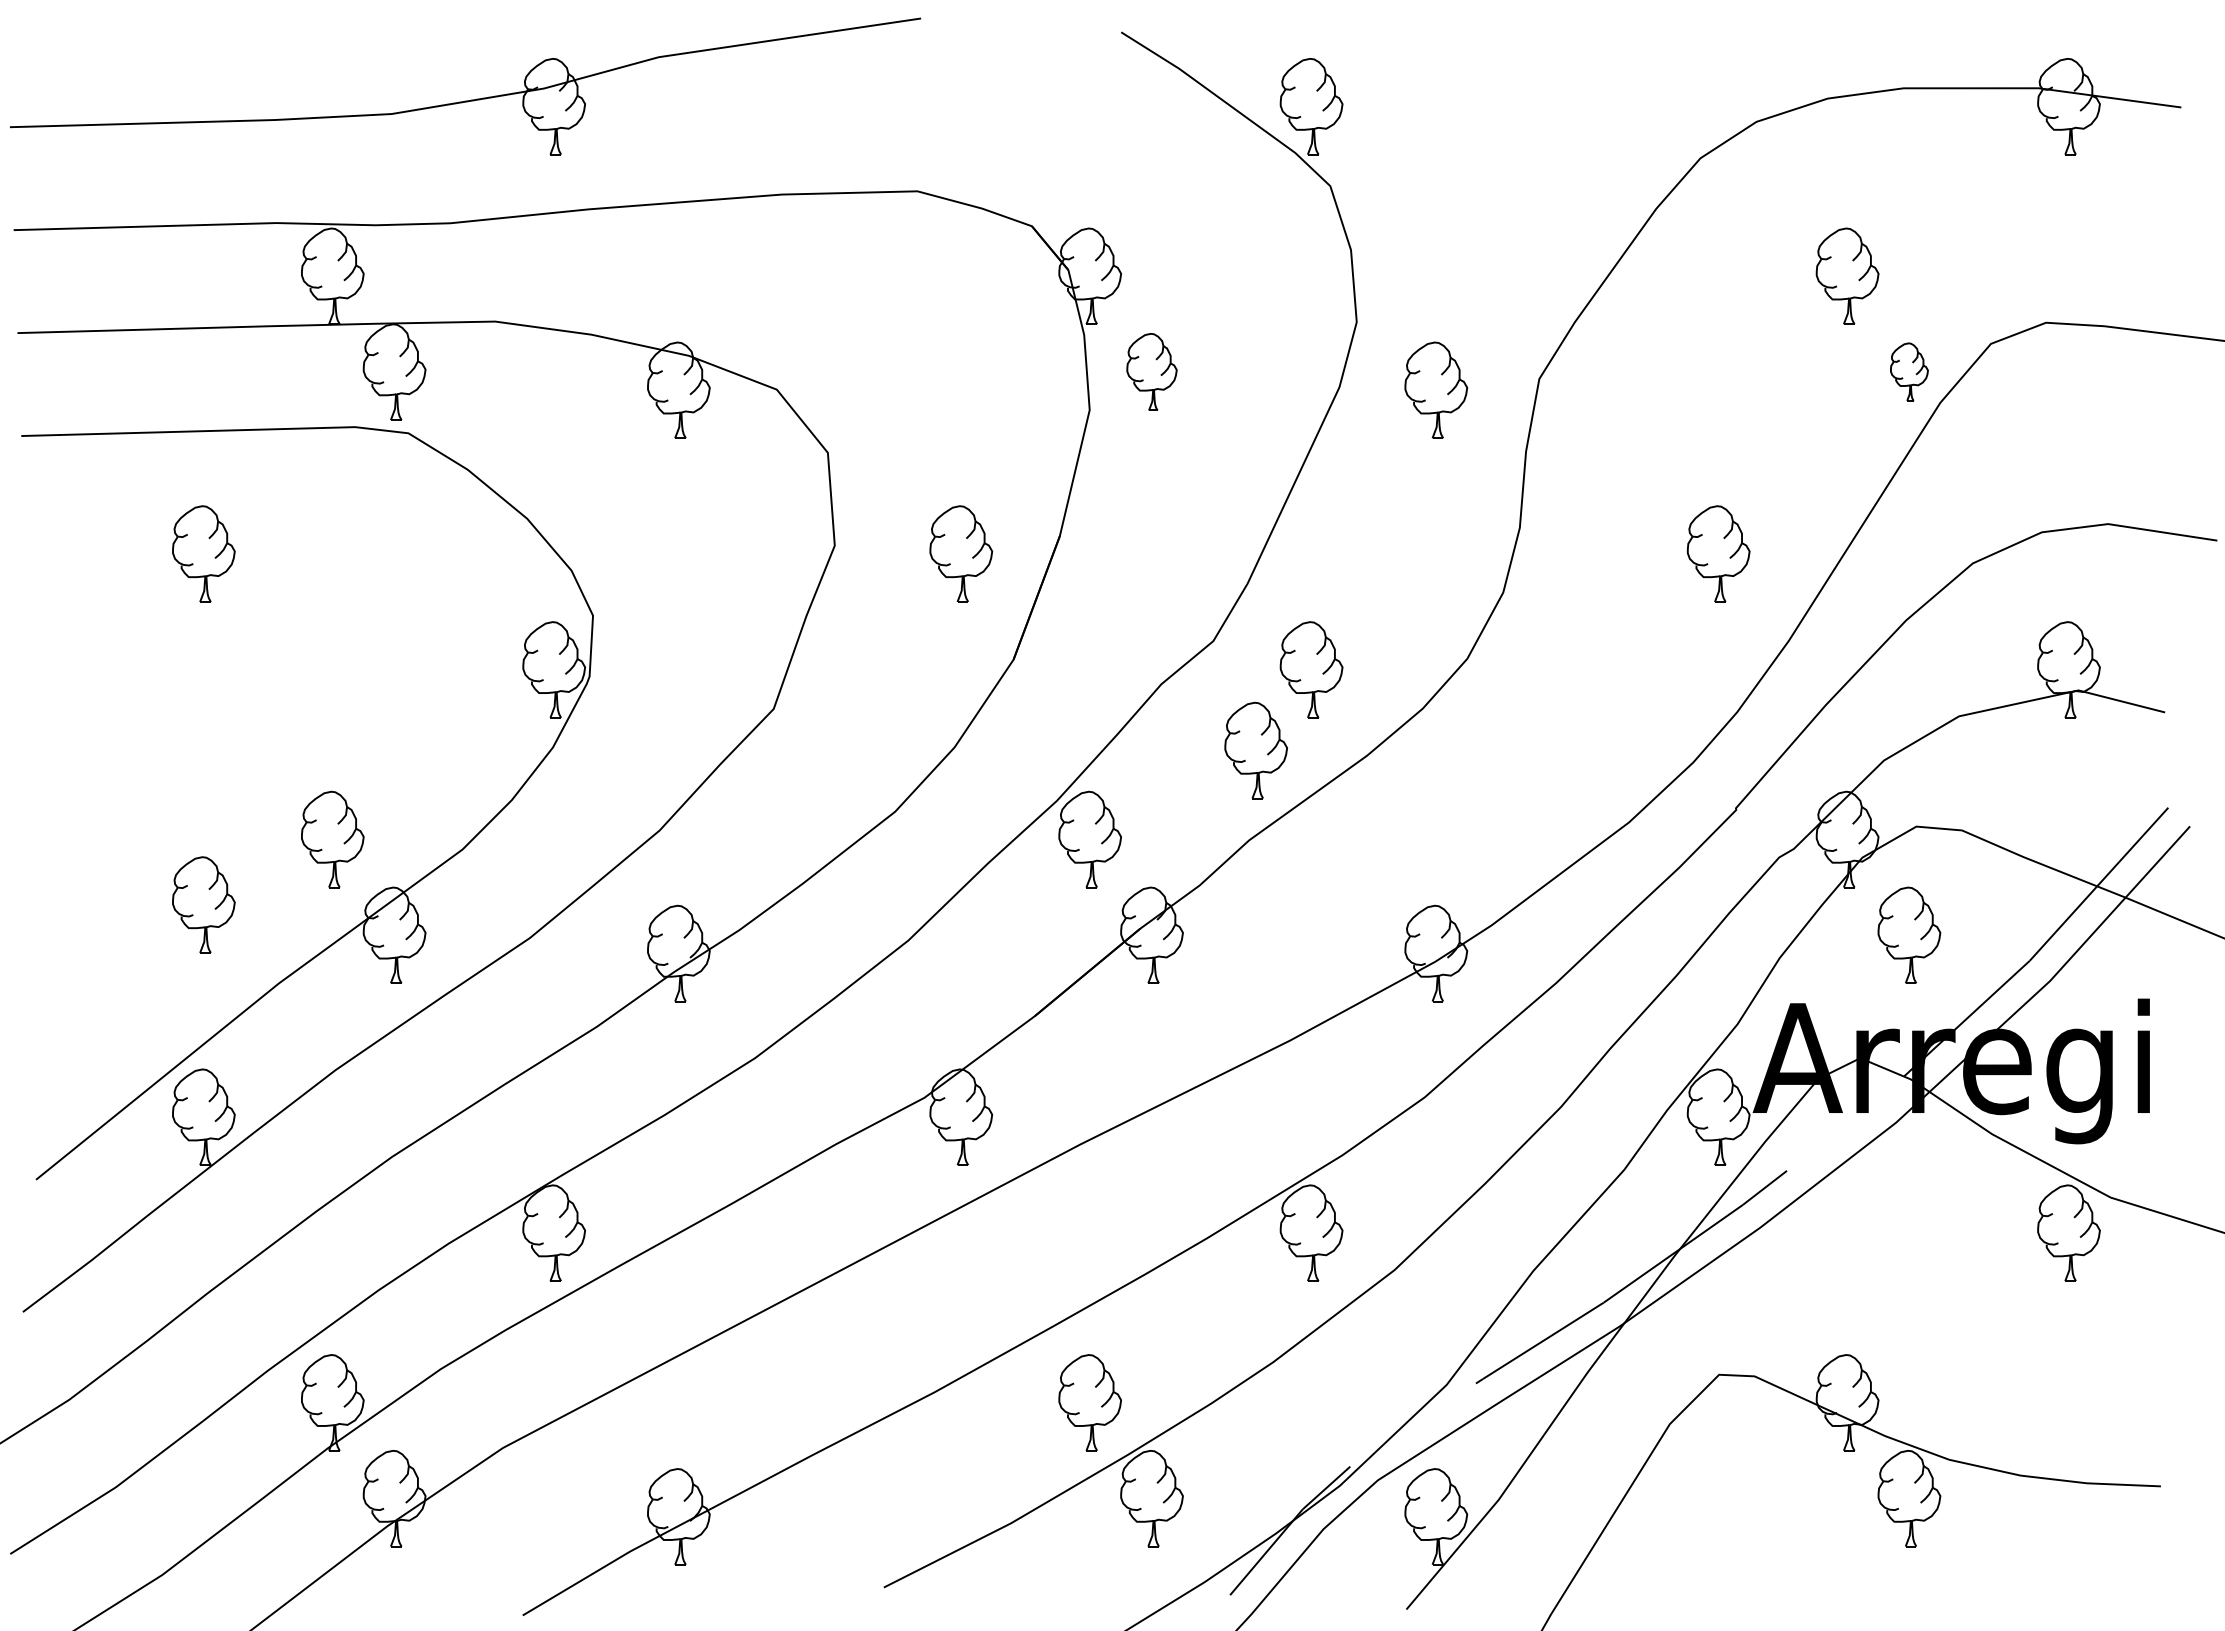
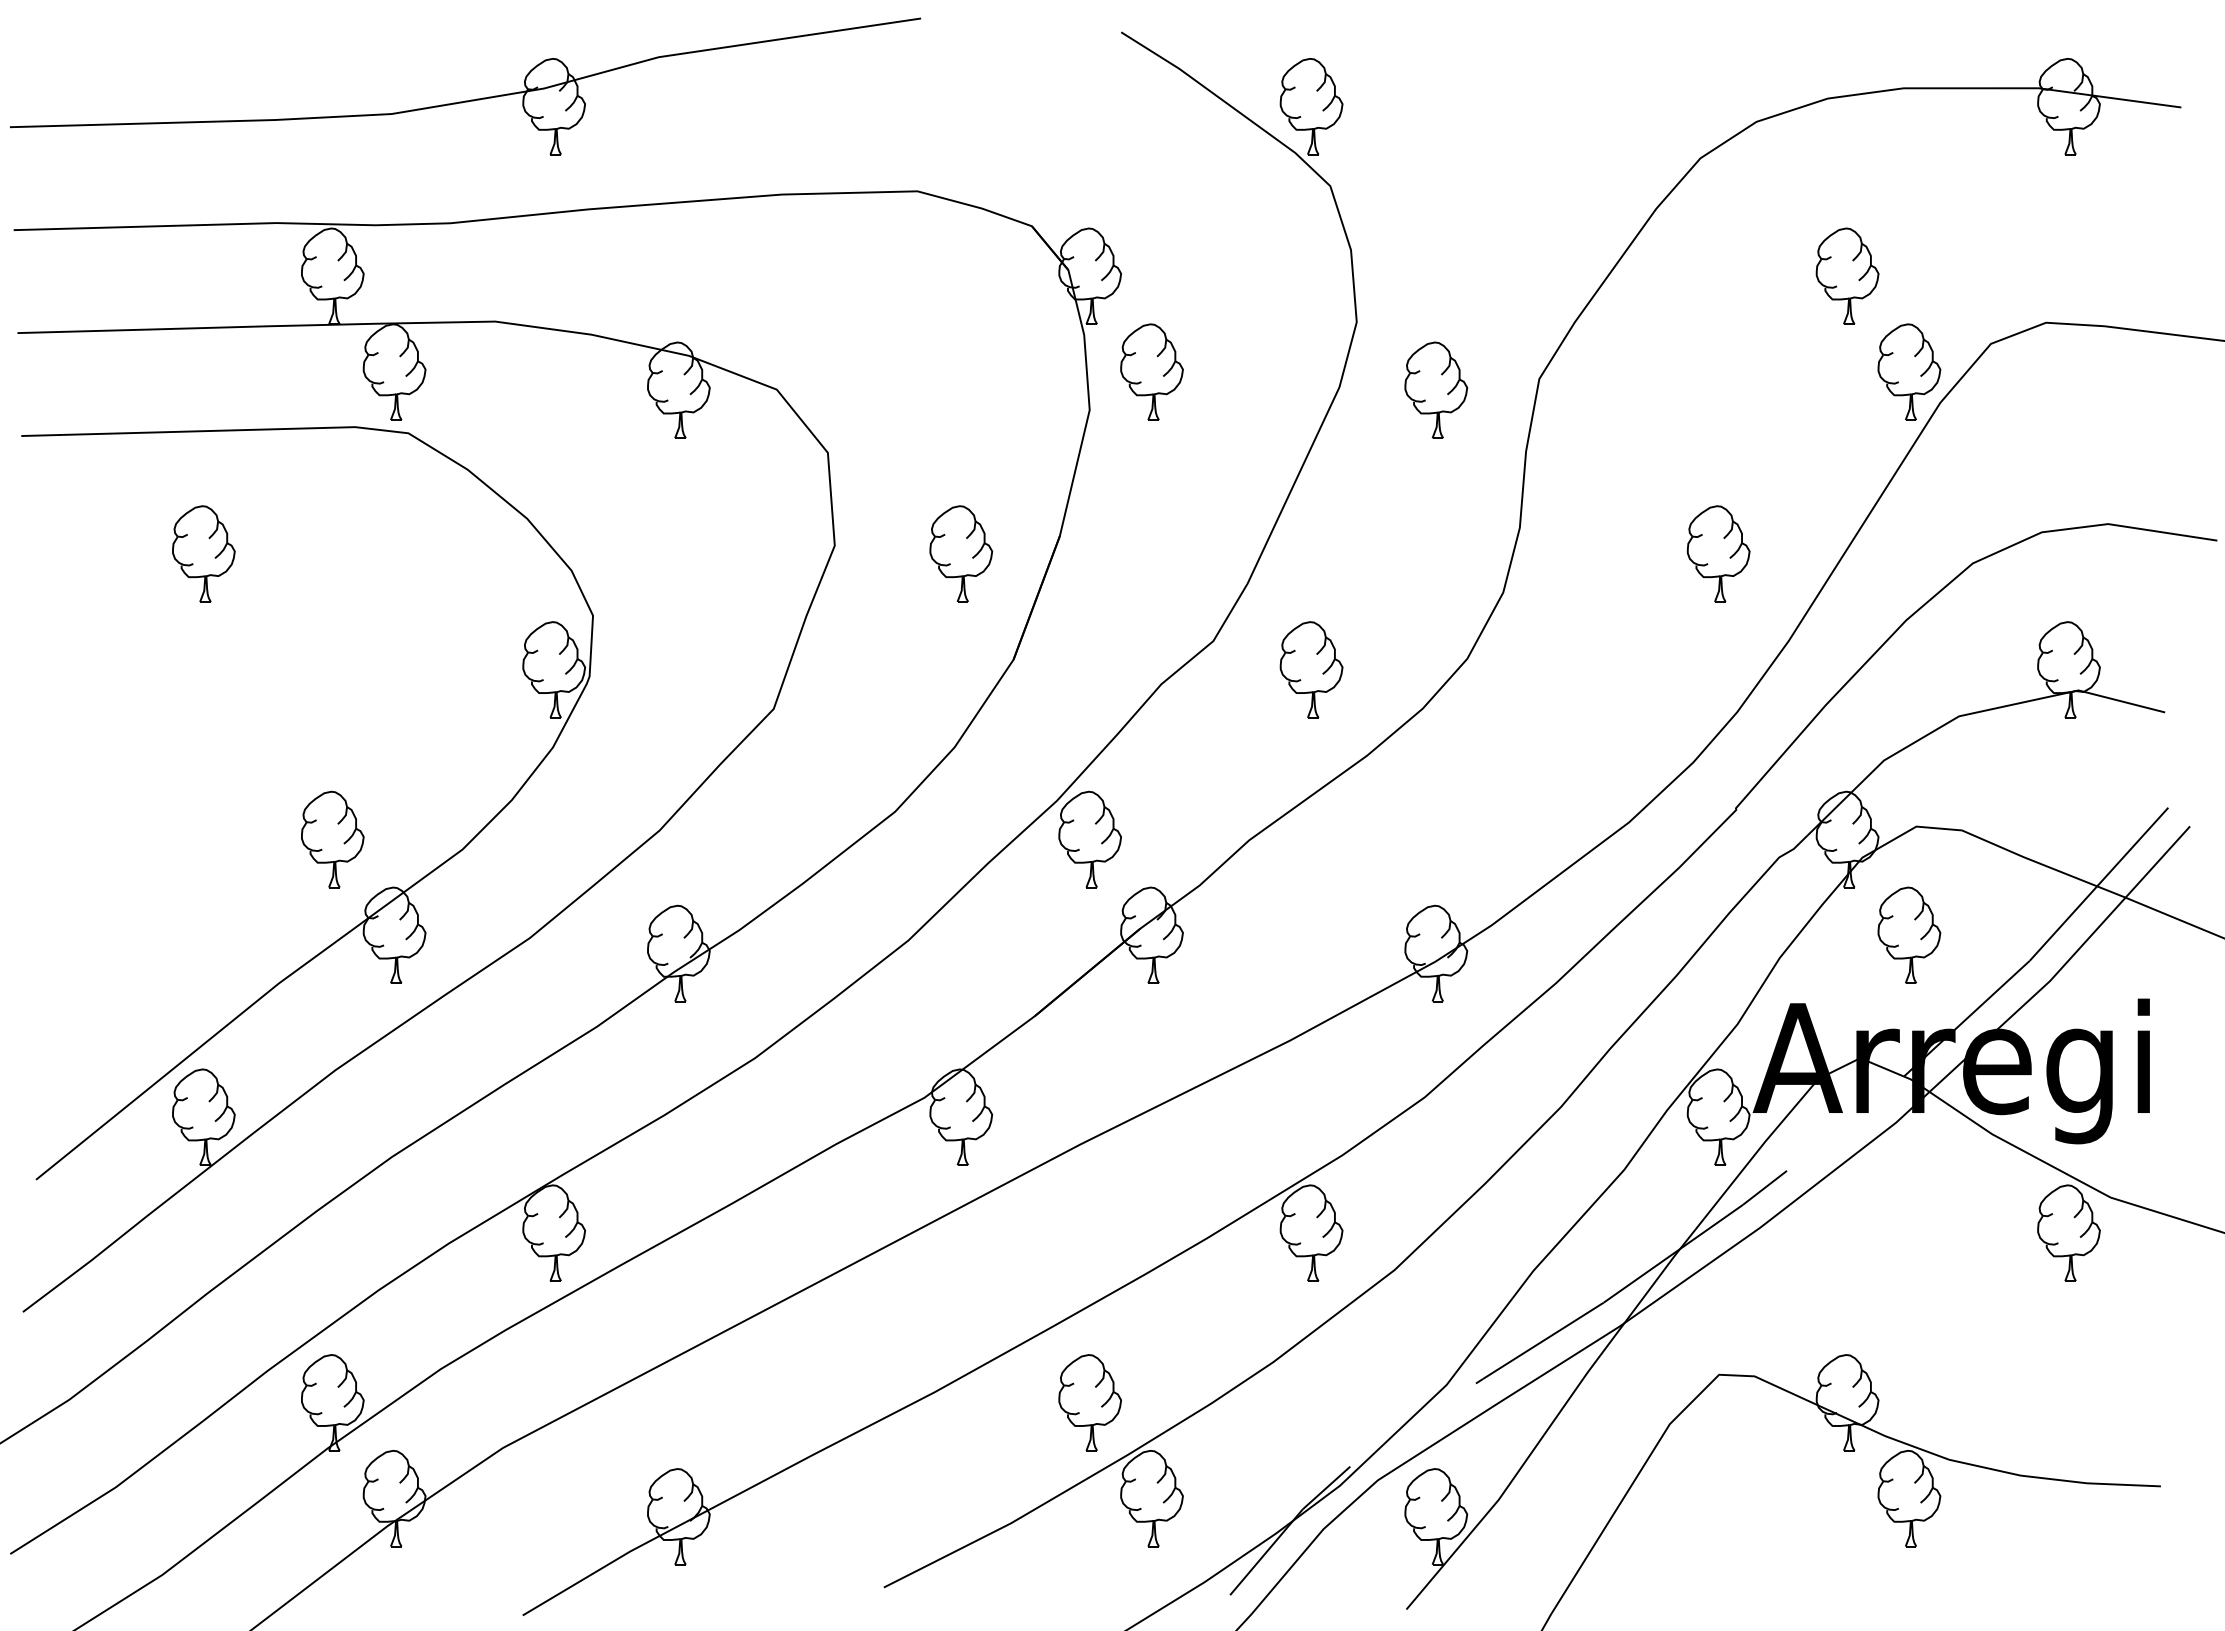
part at (1151, 371) size: 52x78 px -> 64x98 px
part at (1909, 371) size: 39x60 px -> 65x98 px
part at (1255, 750): present -> none
part at (203, 904): present -> none
